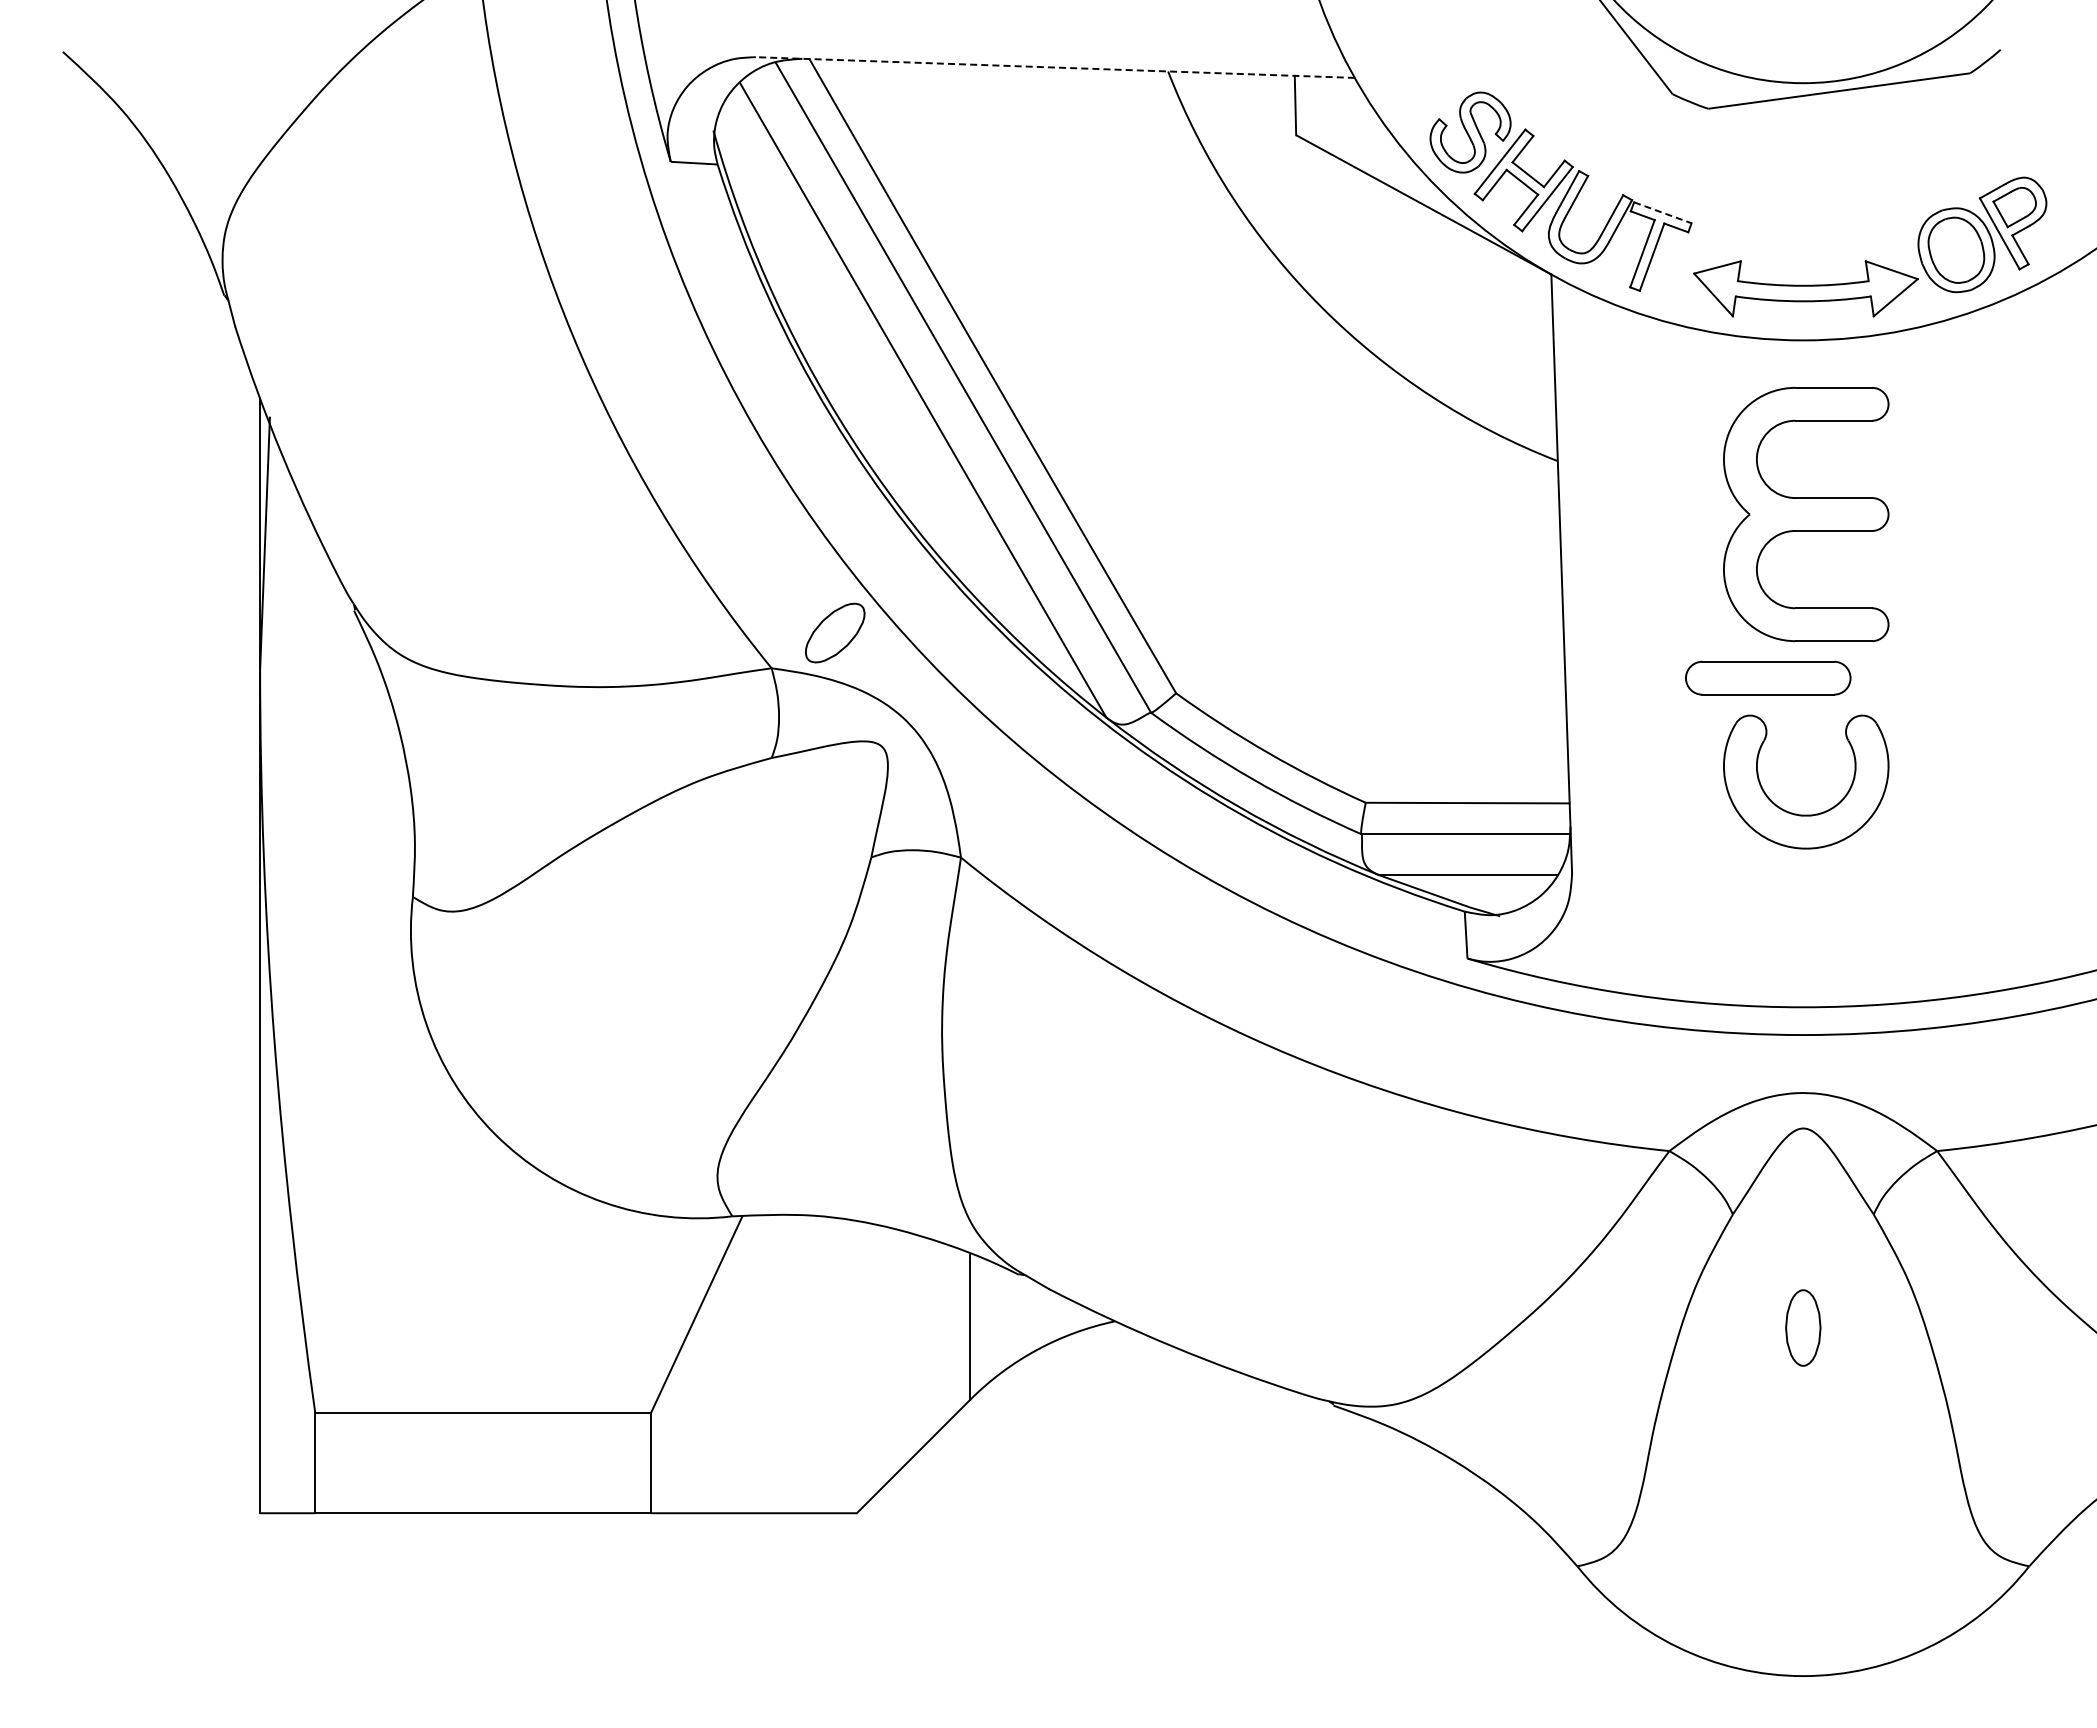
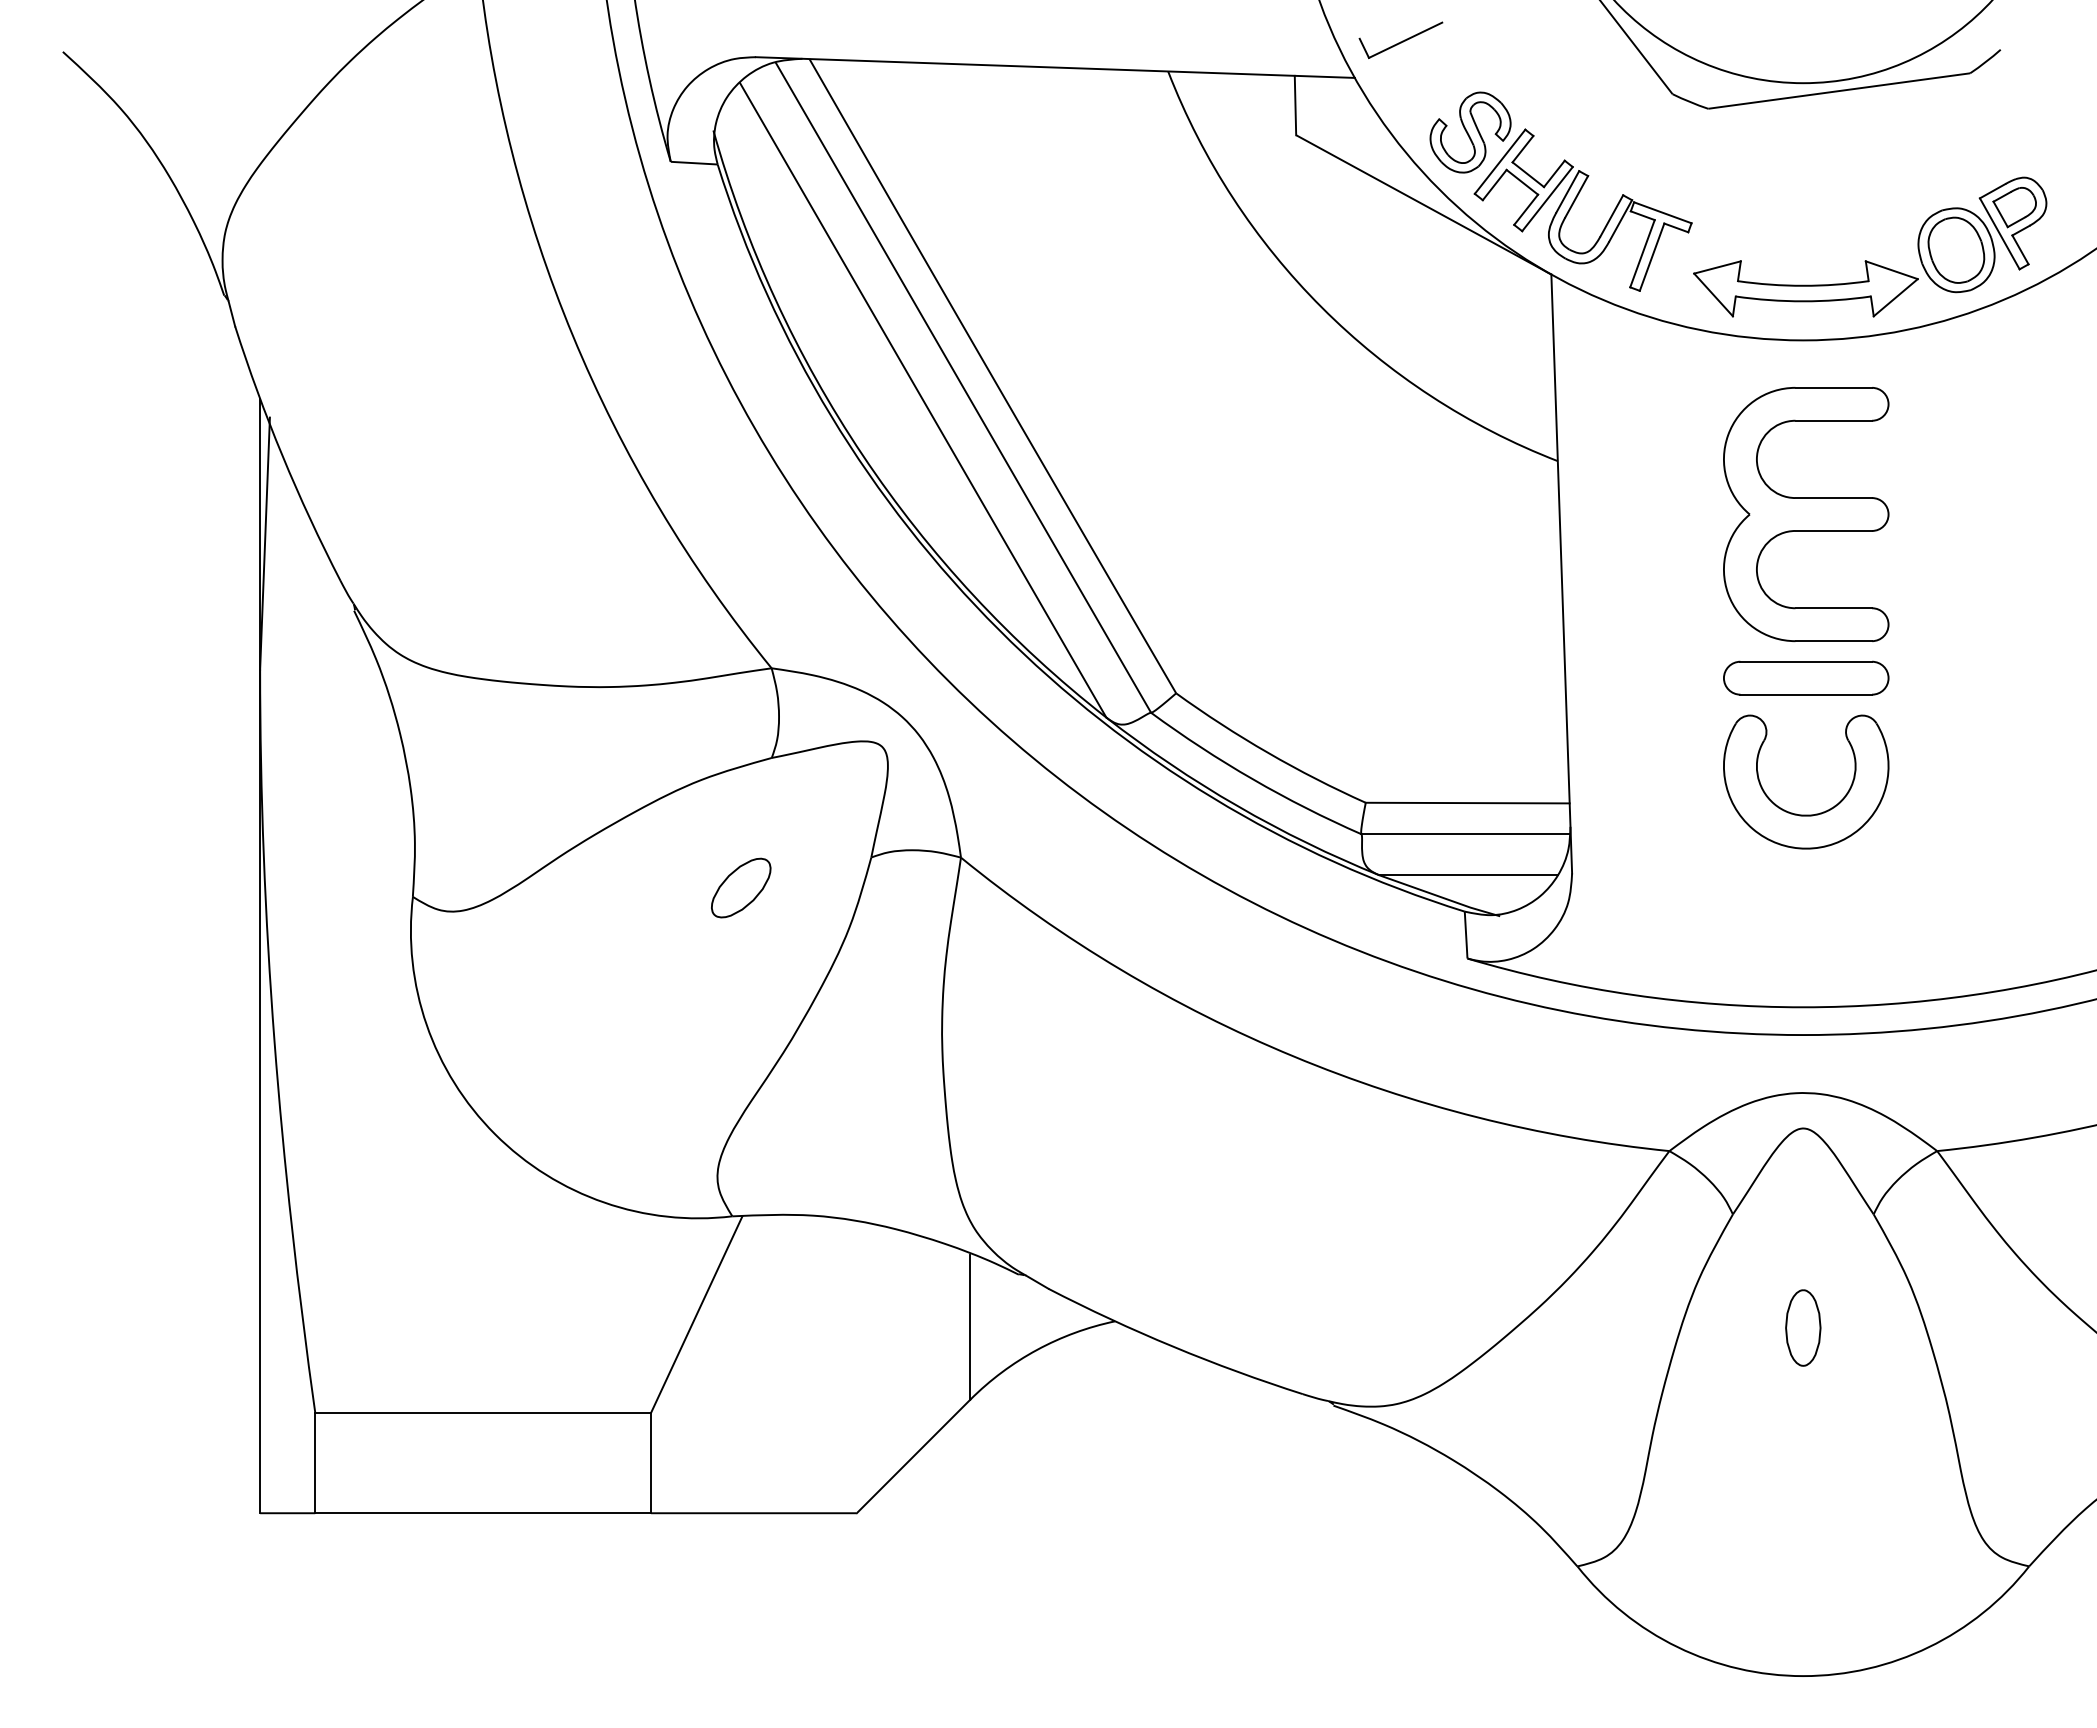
part at (1400, 39): none -> present
line at (1055, 67): dashed -> solid
line at (1662, 212): dashed -> solid
part at (835, 632) position: (835, 632) -> (741, 887)
part at (1768, 677) position: (1768, 677) -> (1806, 677)
